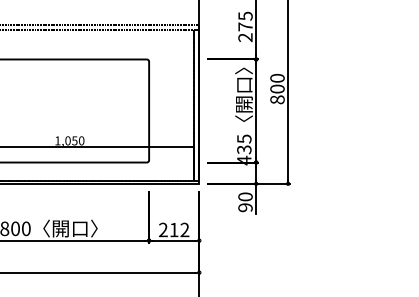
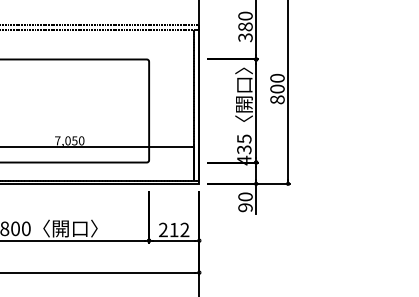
text at (245, 26): 275 -> 380
text at (57, 140): 1,050 -> 7,050
